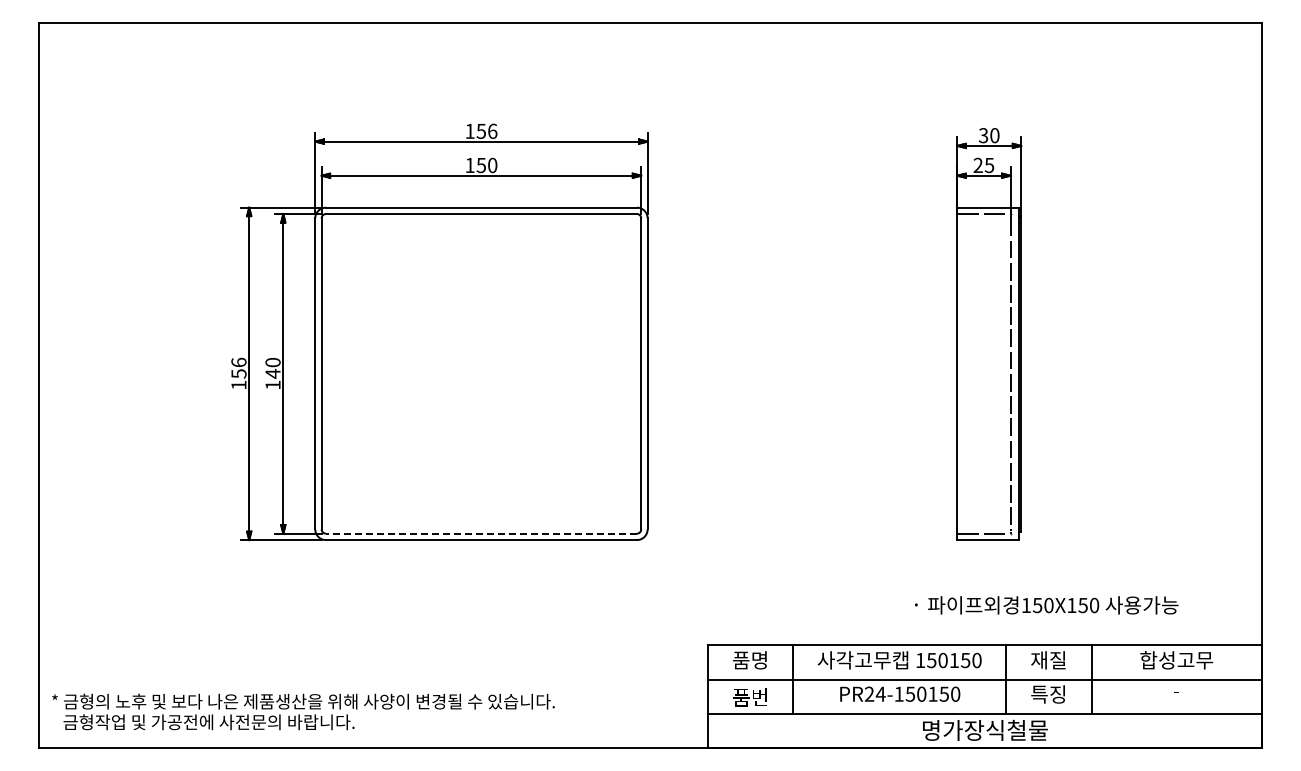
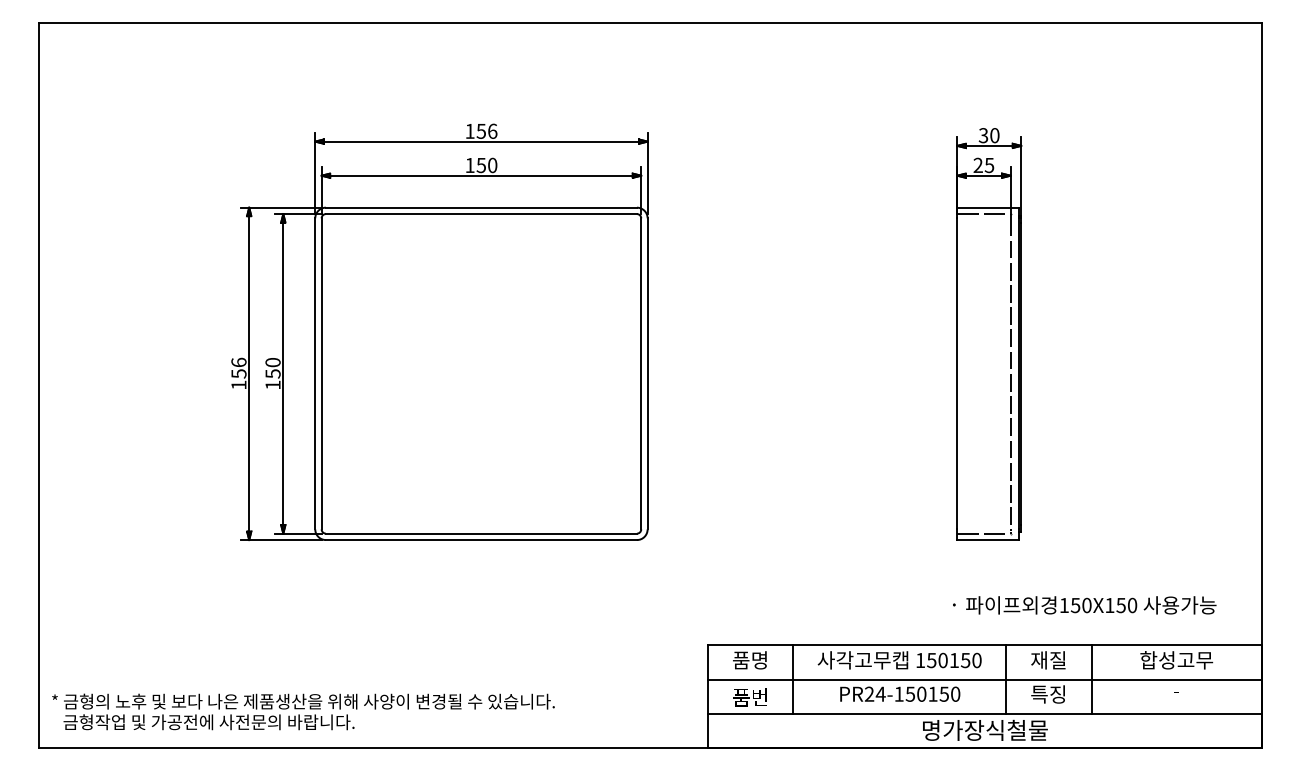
text at (272, 373): 140 -> 150
line at (481, 533): dashed -> solid
text at (1046, 605) position: (1046, 605) -> (1084, 605)
